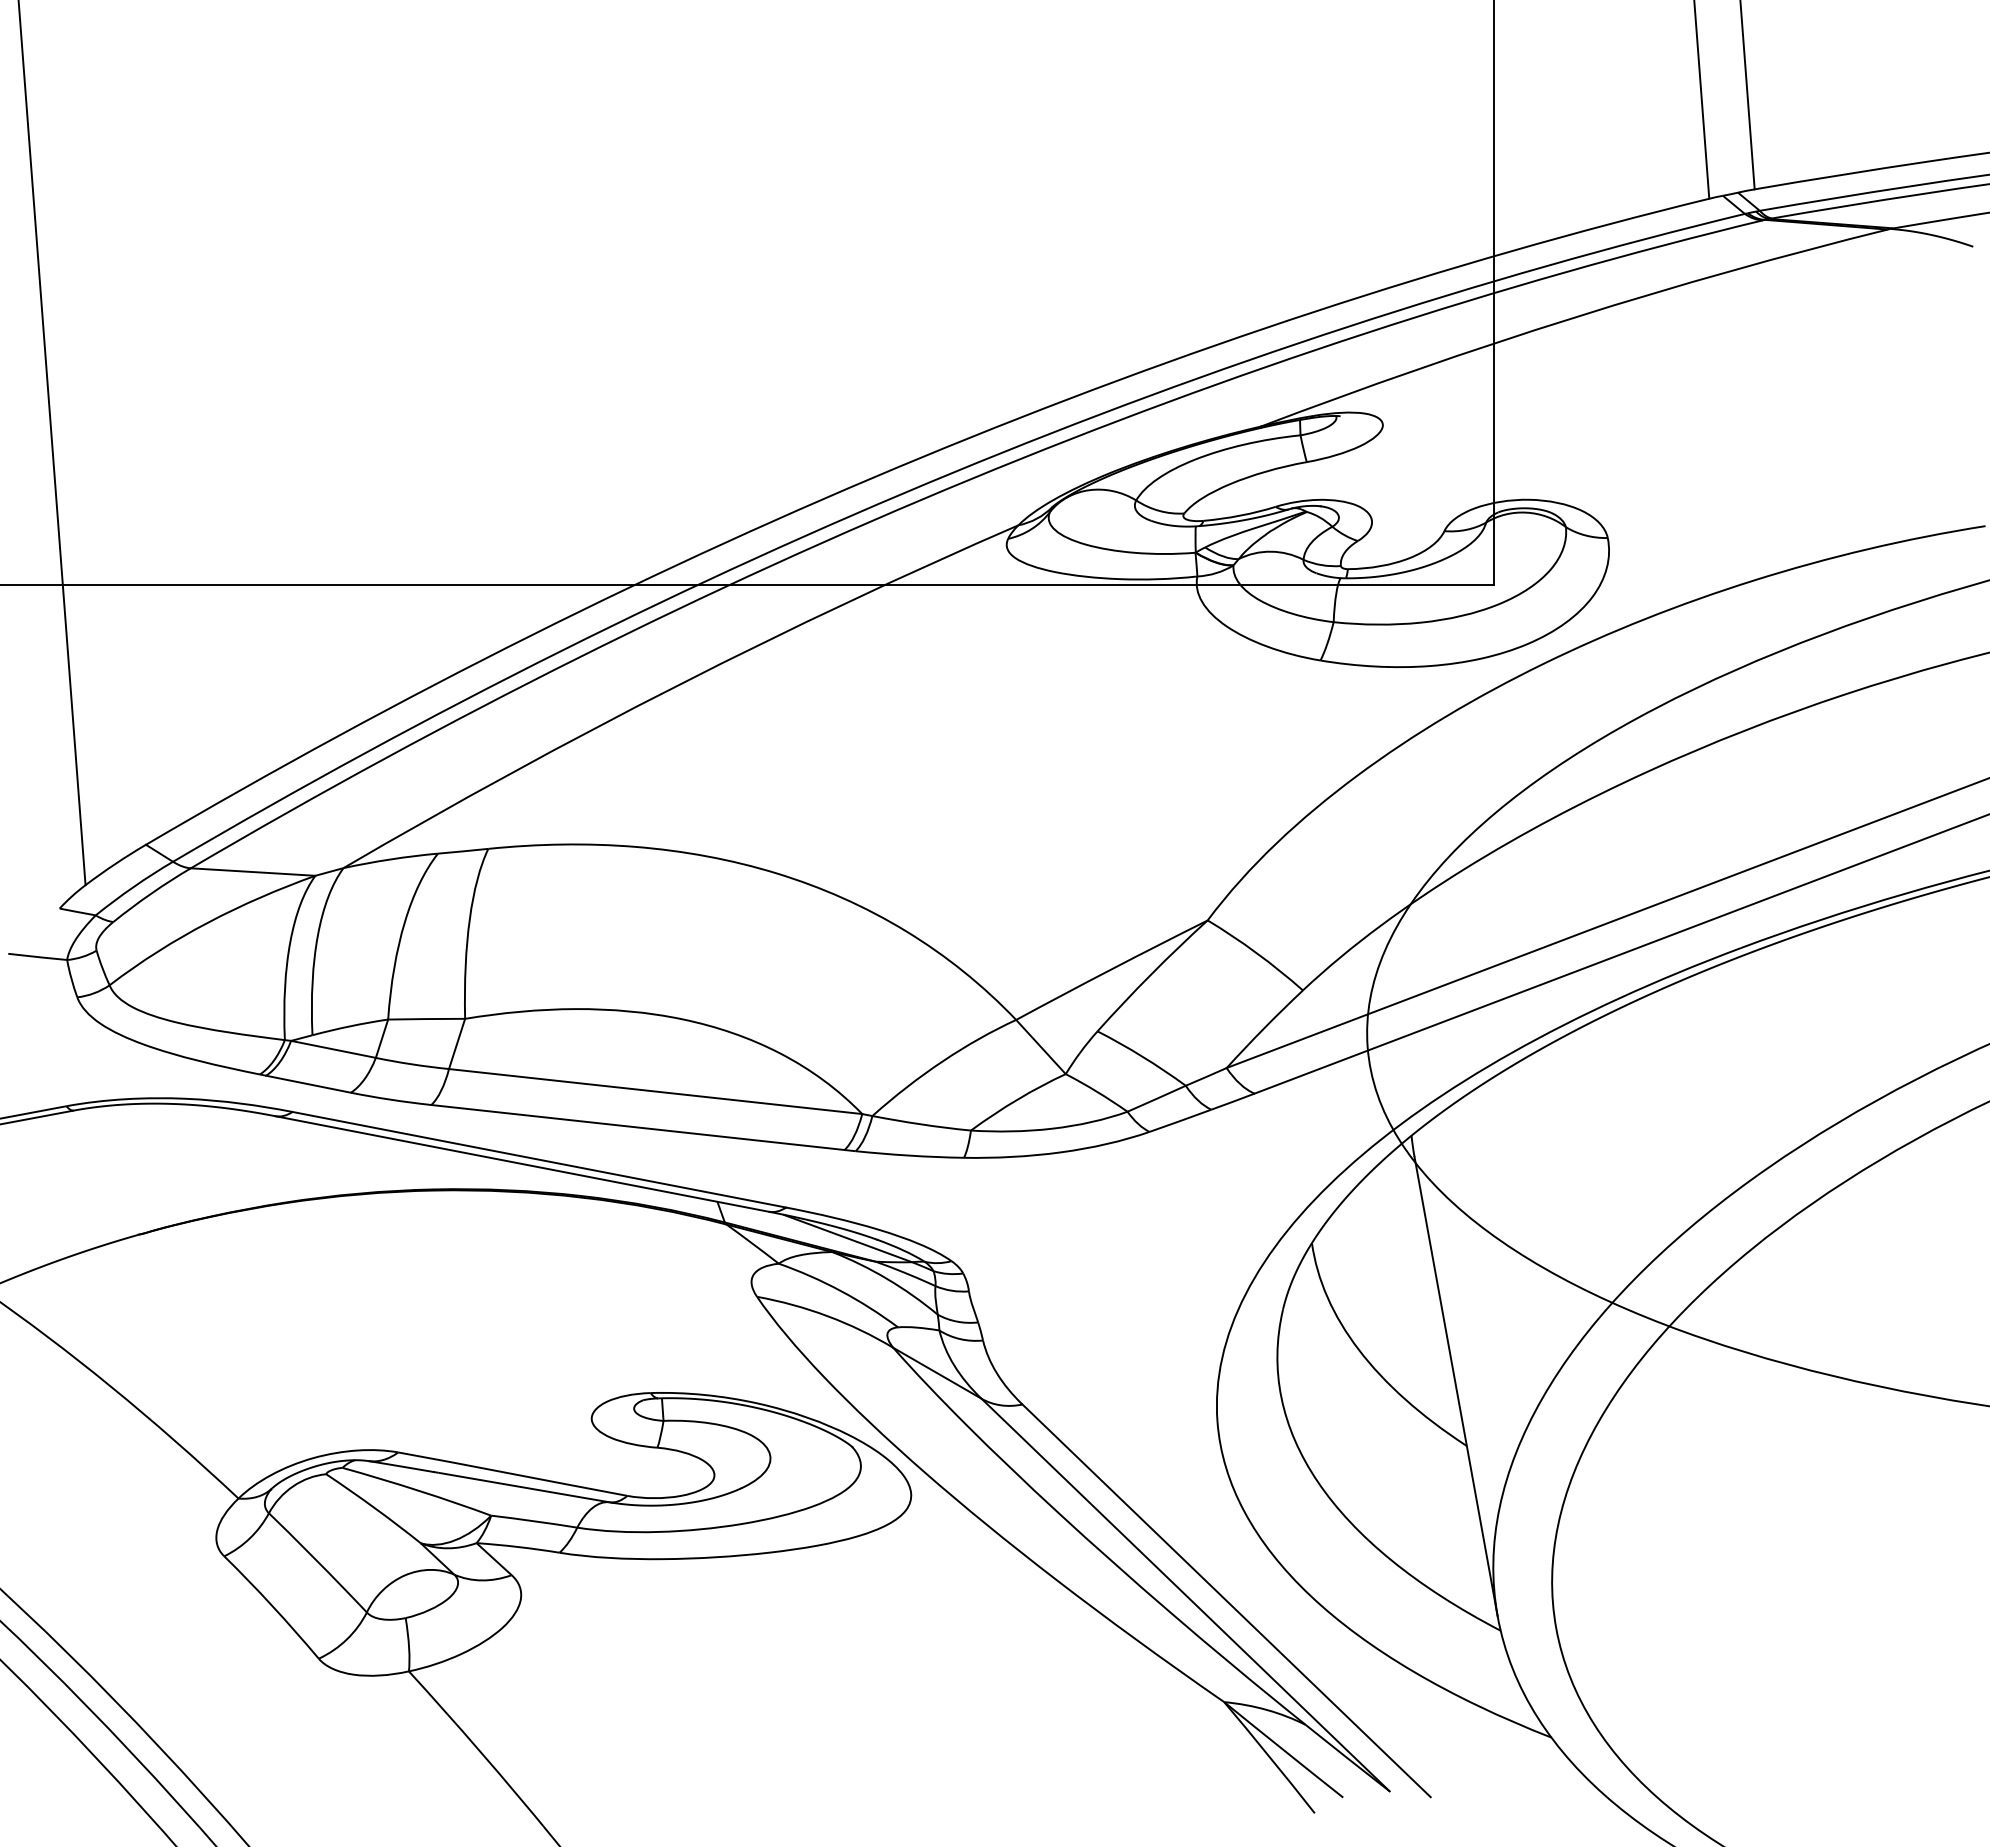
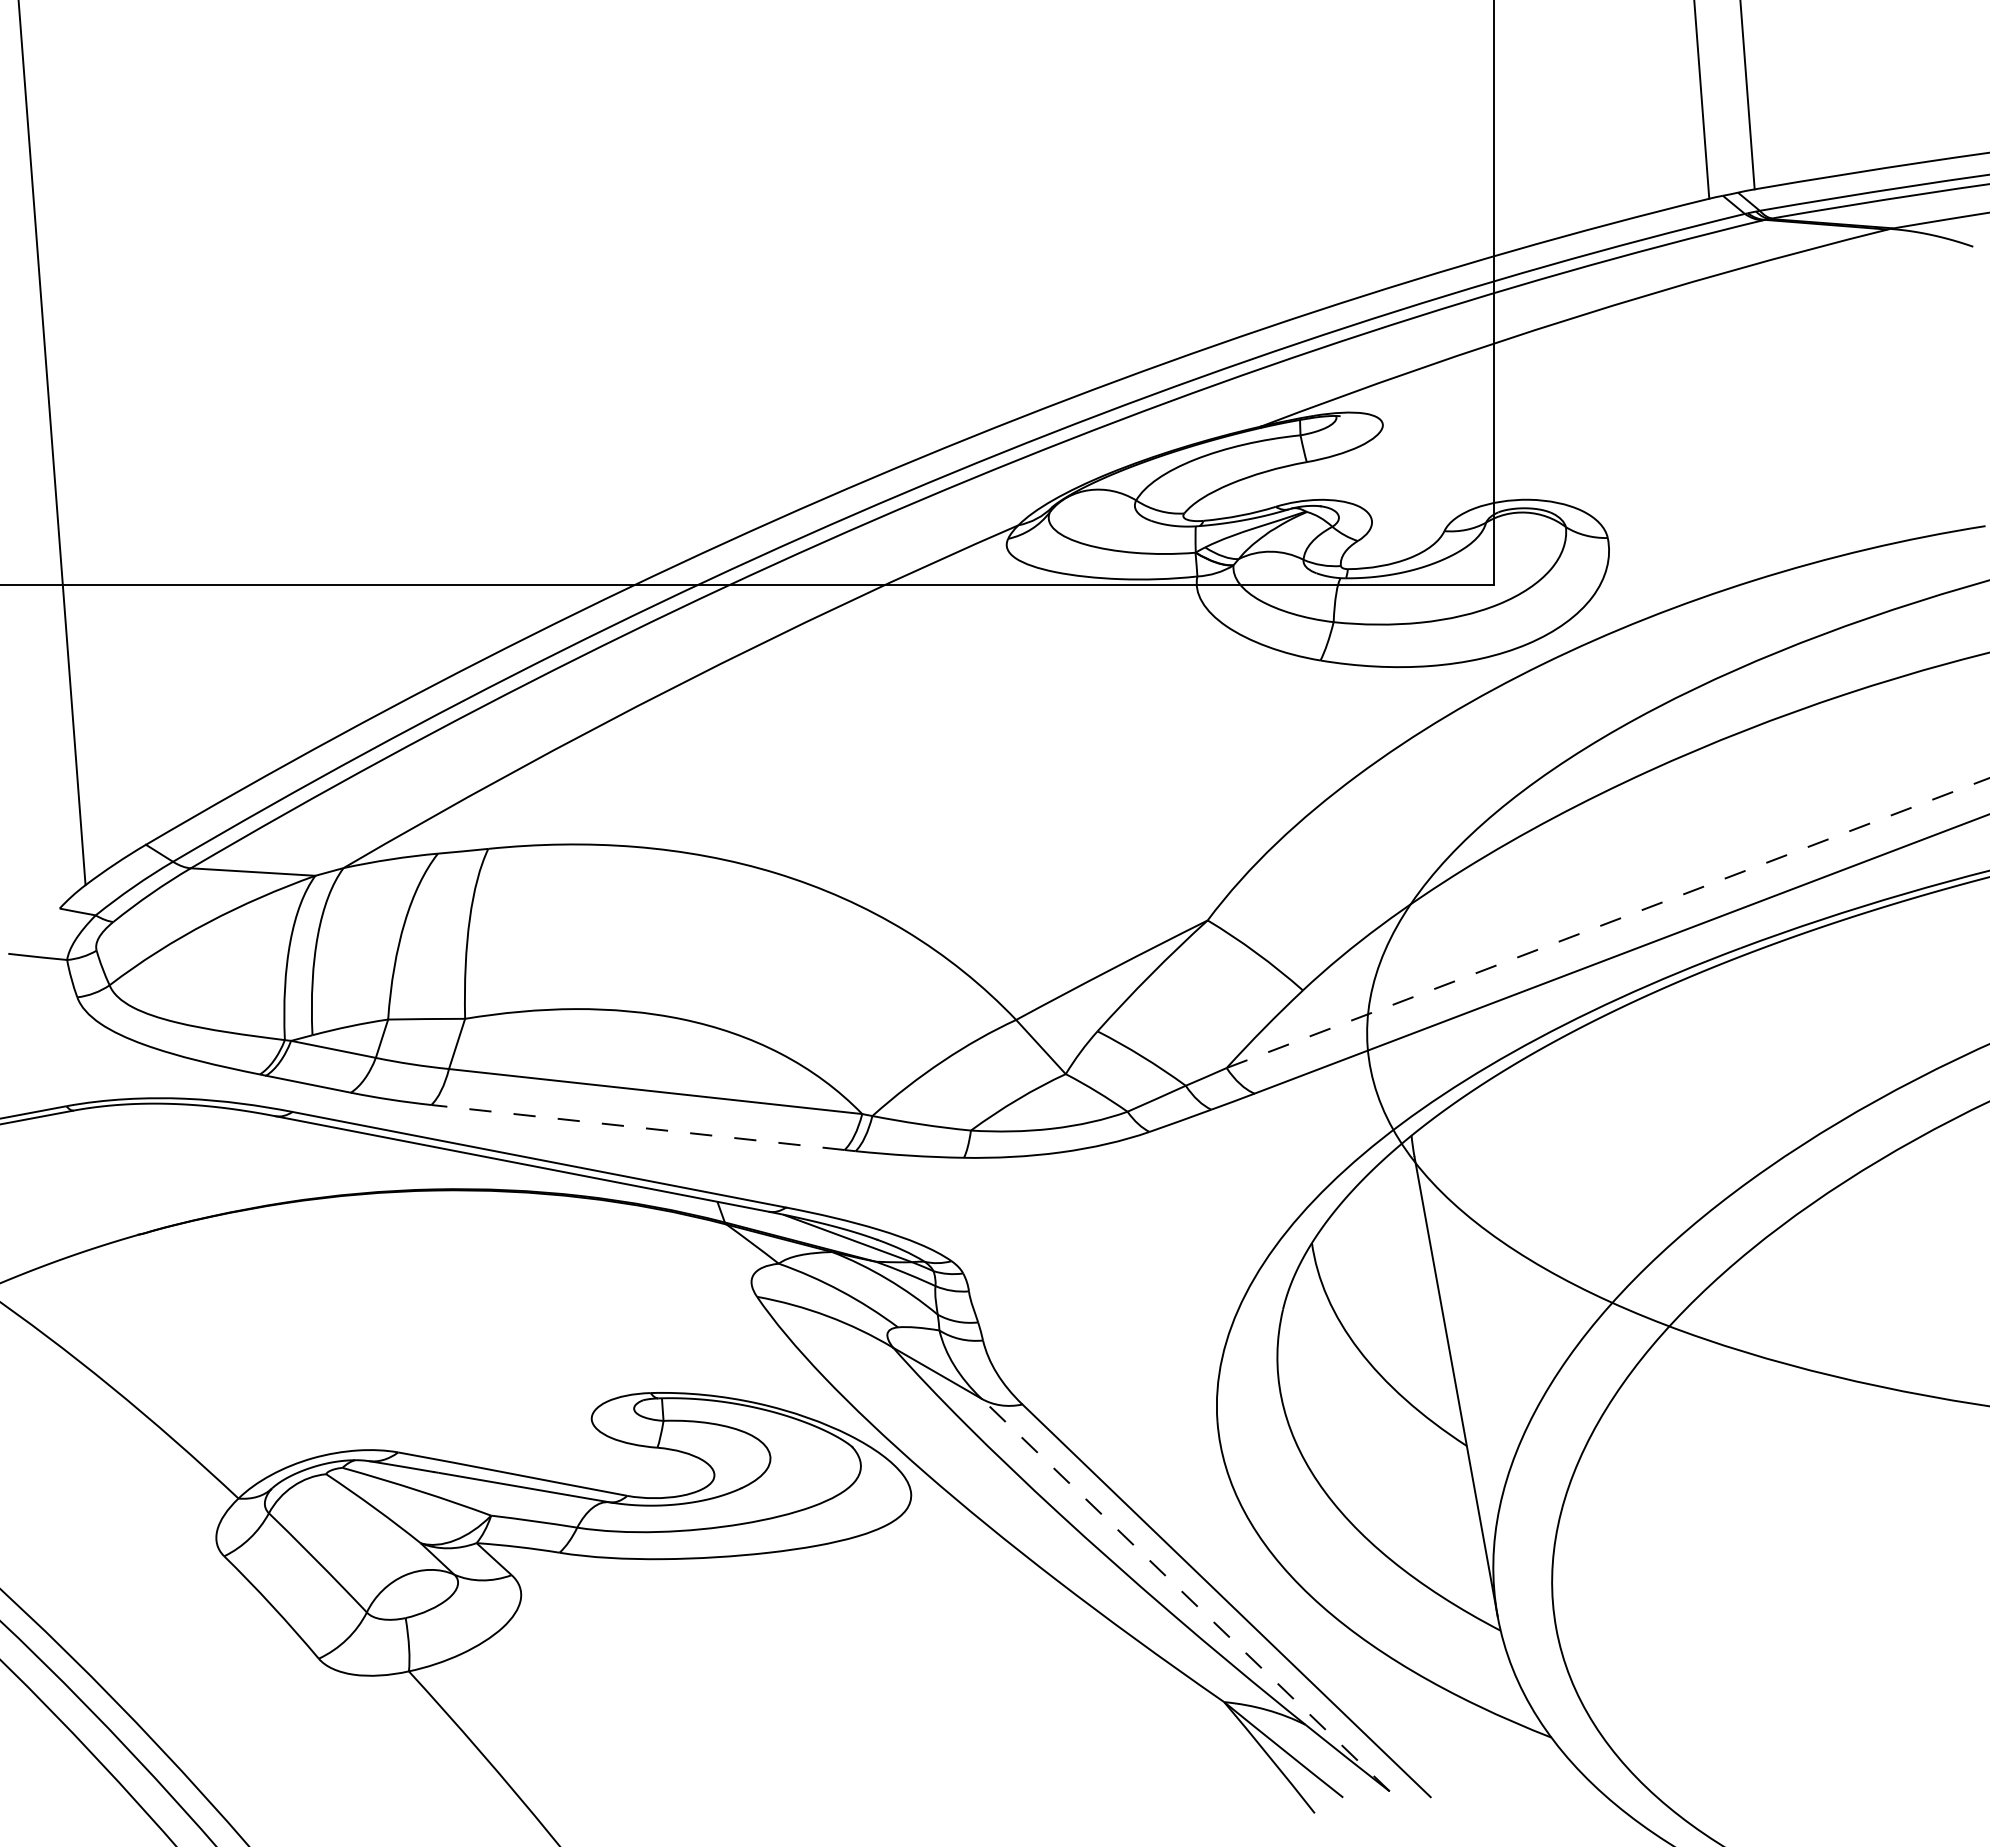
line at (1608, 922): solid -> dashed
line at (638, 1127): solid -> dashed
line at (1185, 1594): solid -> dashed
